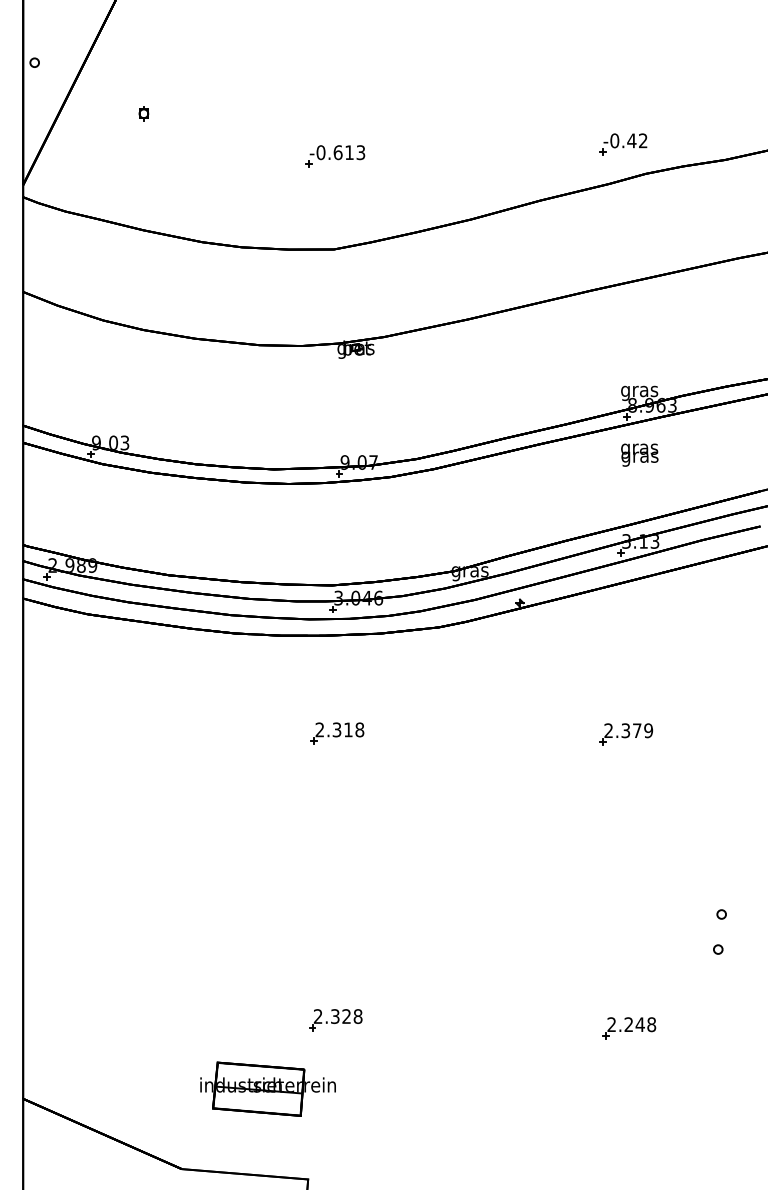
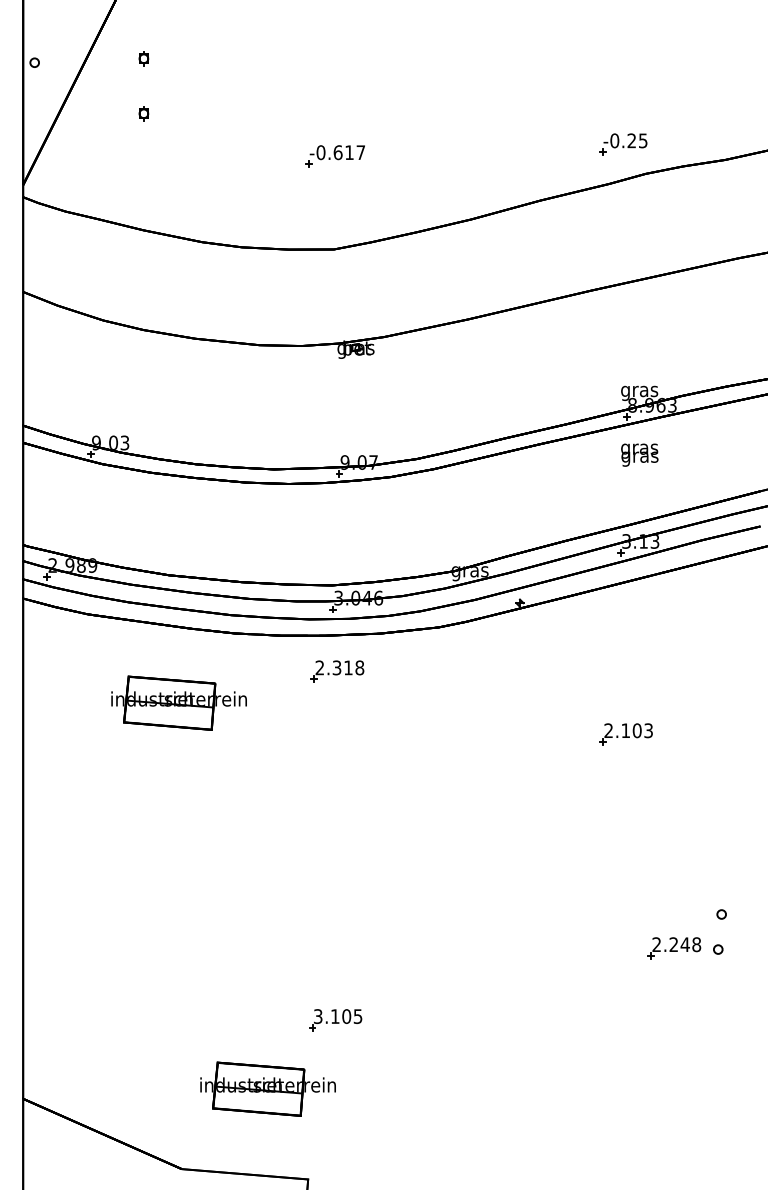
part at (143, 58): none -> present
text at (637, 140): -0.42 -> -0.25
text at (360, 152): -0.613 -> -0.617
part at (178, 702): none -> present
text at (637, 730): 2.379 -> 2.103
part at (337, 733) position: (337, 733) -> (337, 671)
text at (338, 1016): 2.328 -> 3.105
part at (629, 1028) position: (629, 1028) -> (674, 948)
